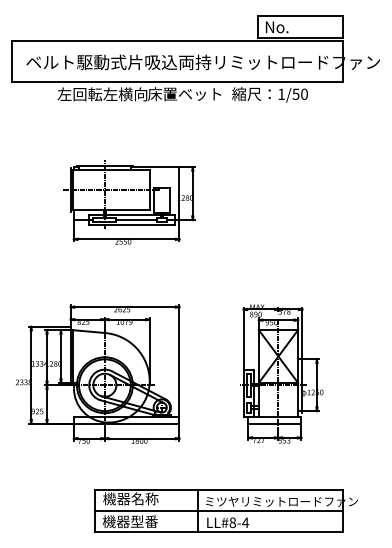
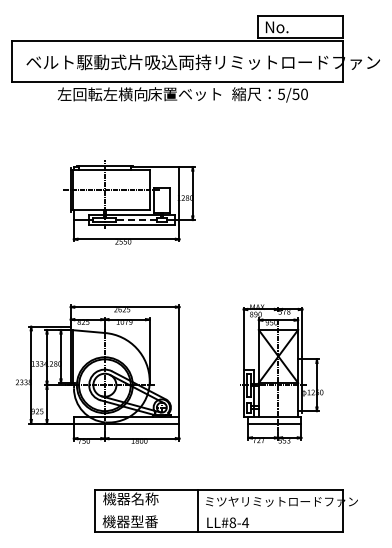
text at (281, 94): 1/50 -> 5/50
line at (136, 220): solid -> dashed
line at (218, 510): present -> none
